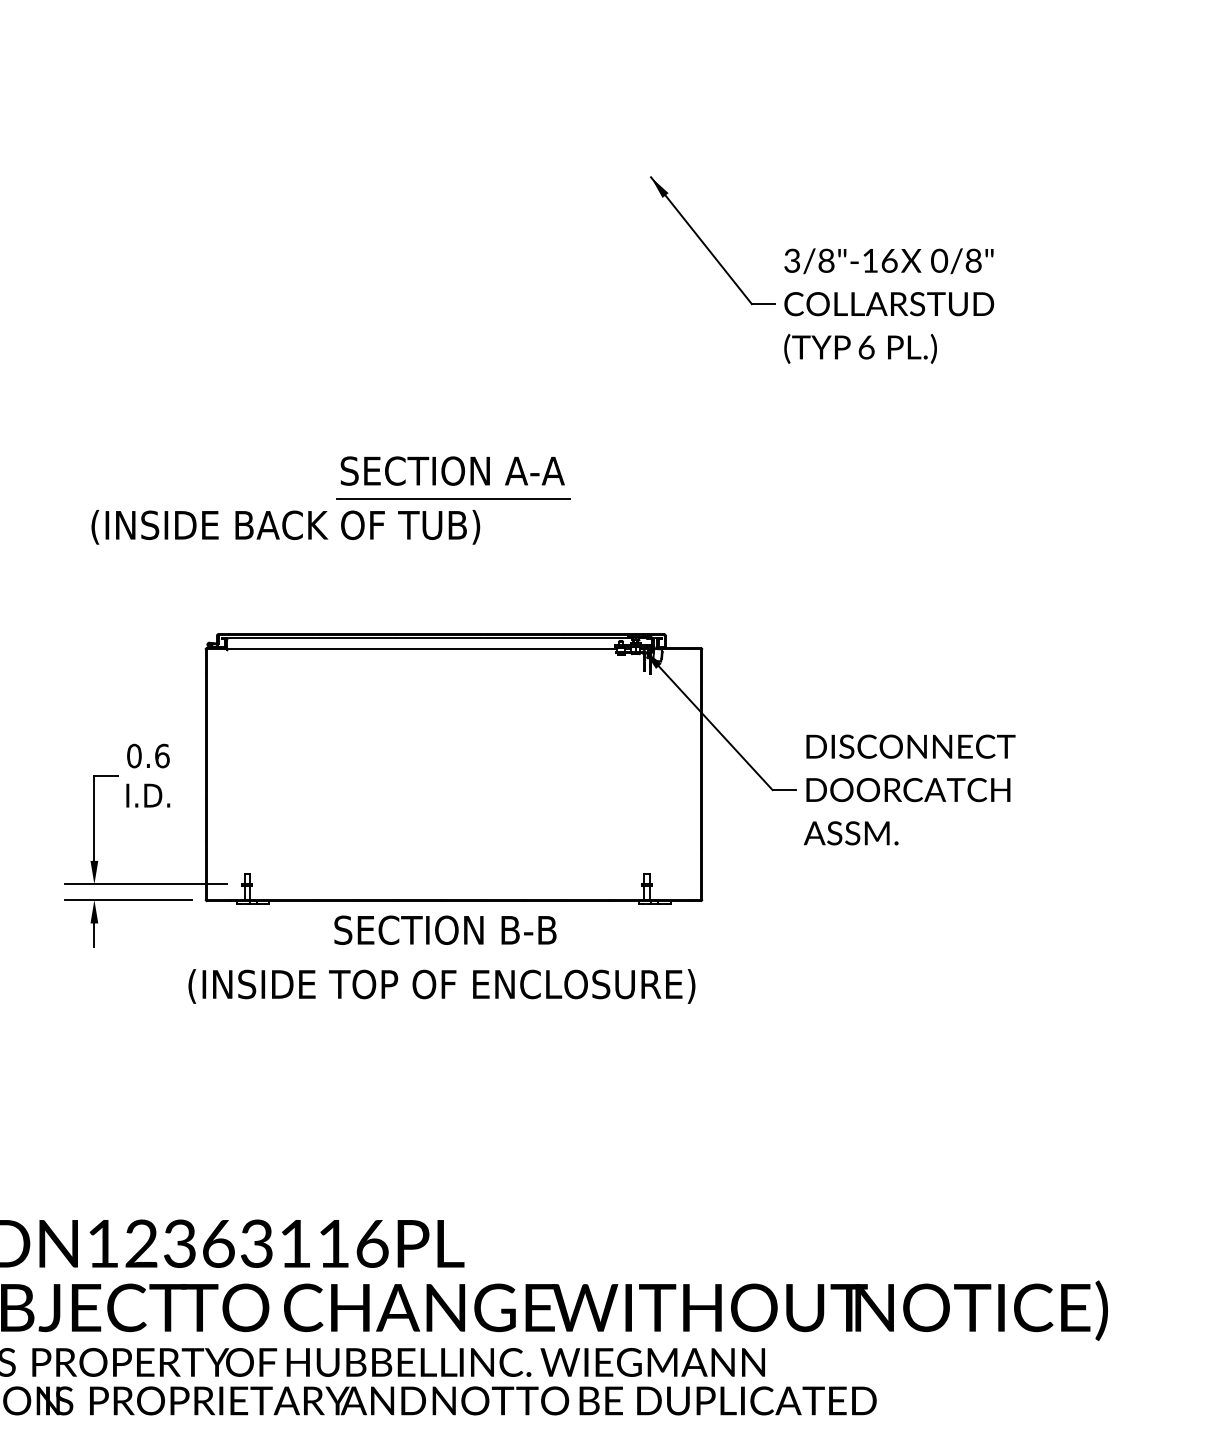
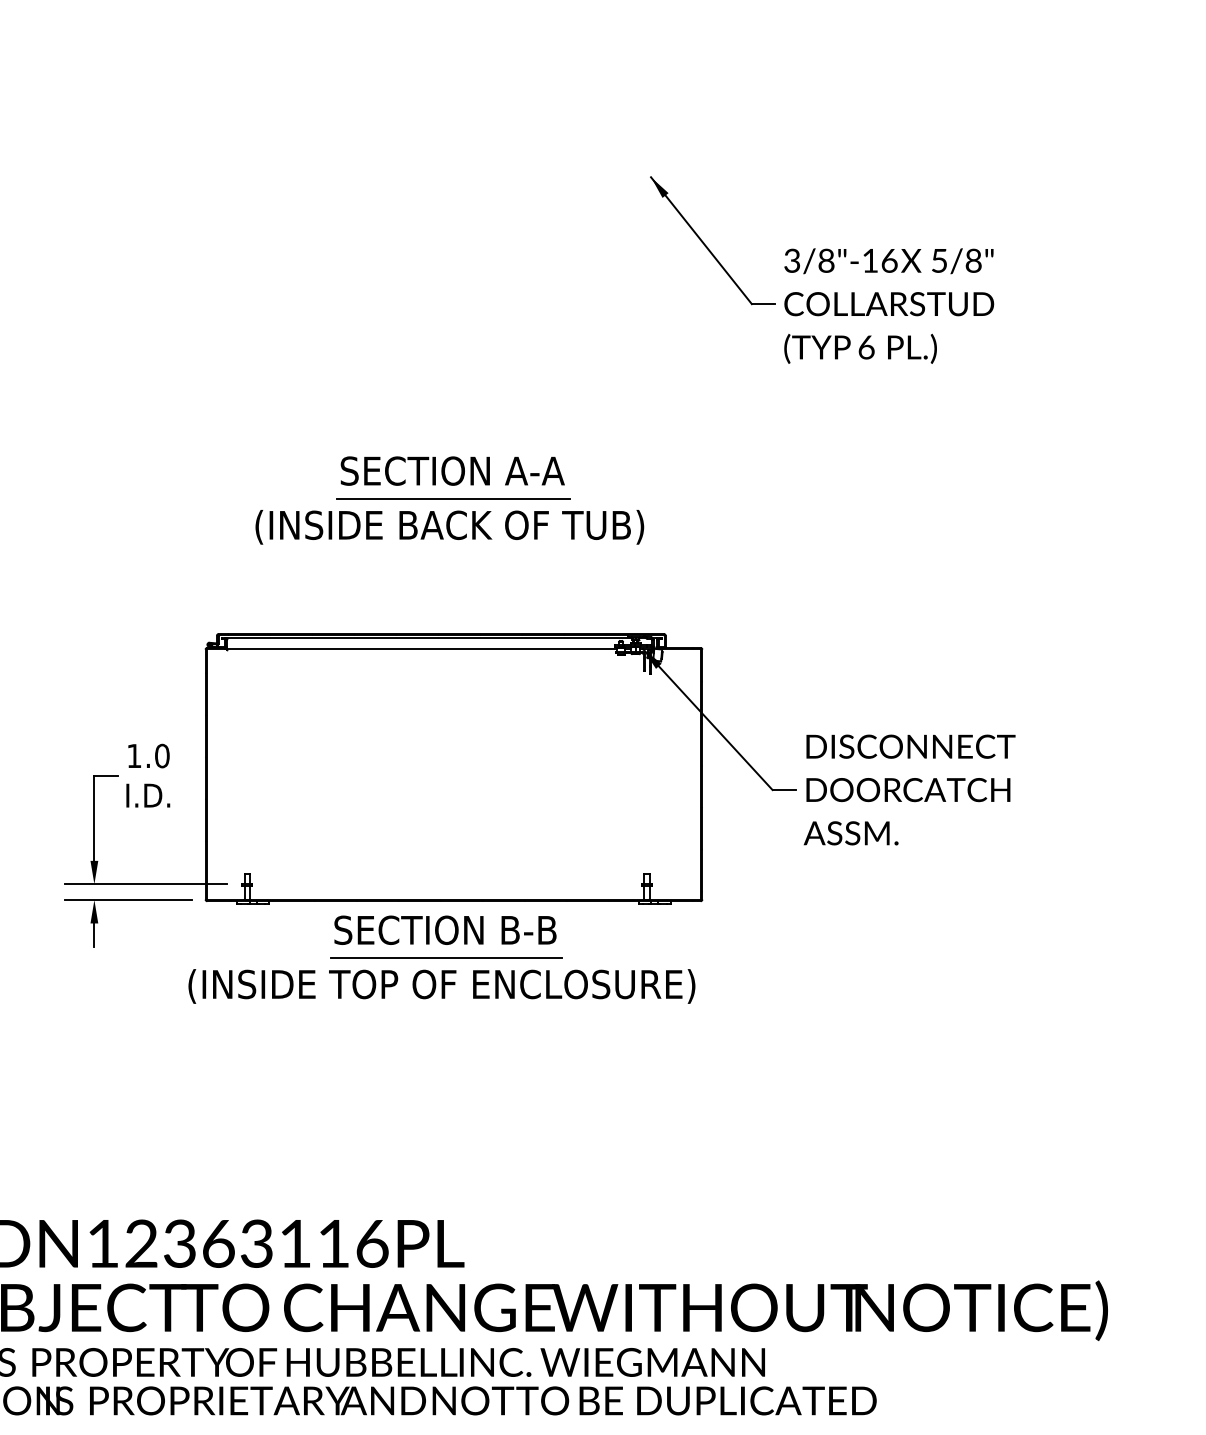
text at (939, 260): 0/8" -> 5/8"
text at (285, 527) position: (285, 527) -> (449, 527)
text at (148, 755): 0.6 -> 1.0
line at (446, 958): none -> present
